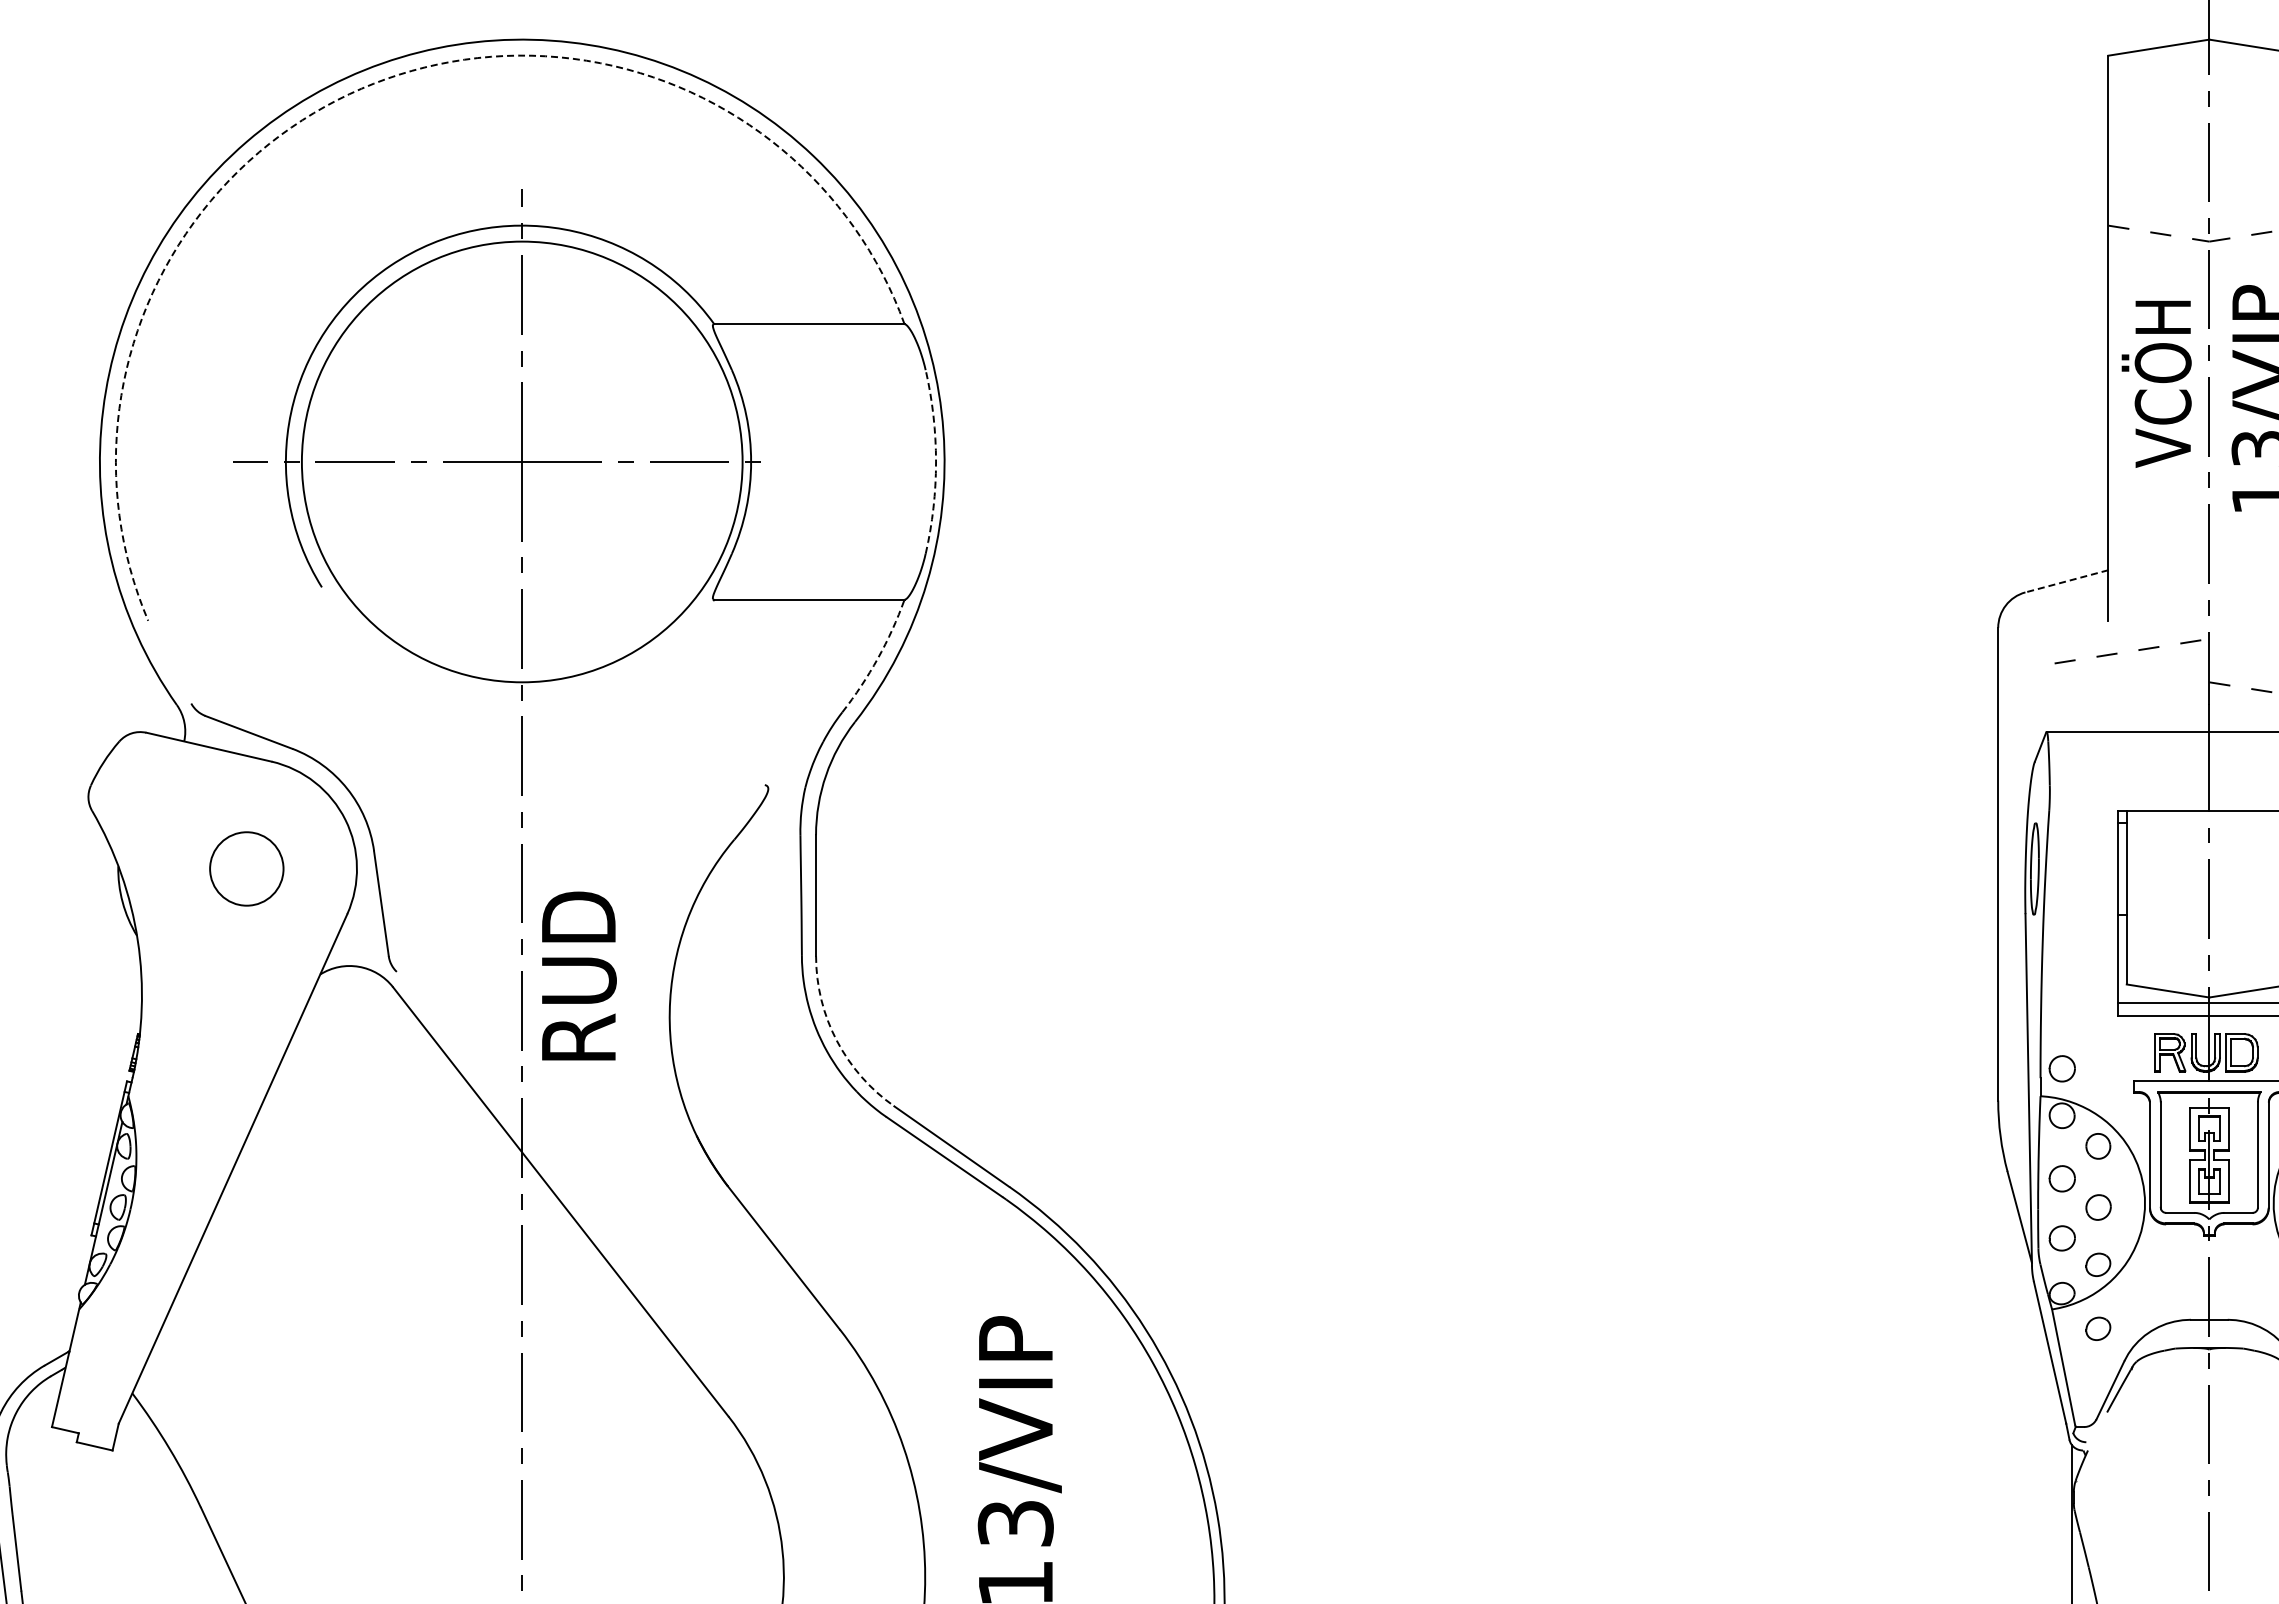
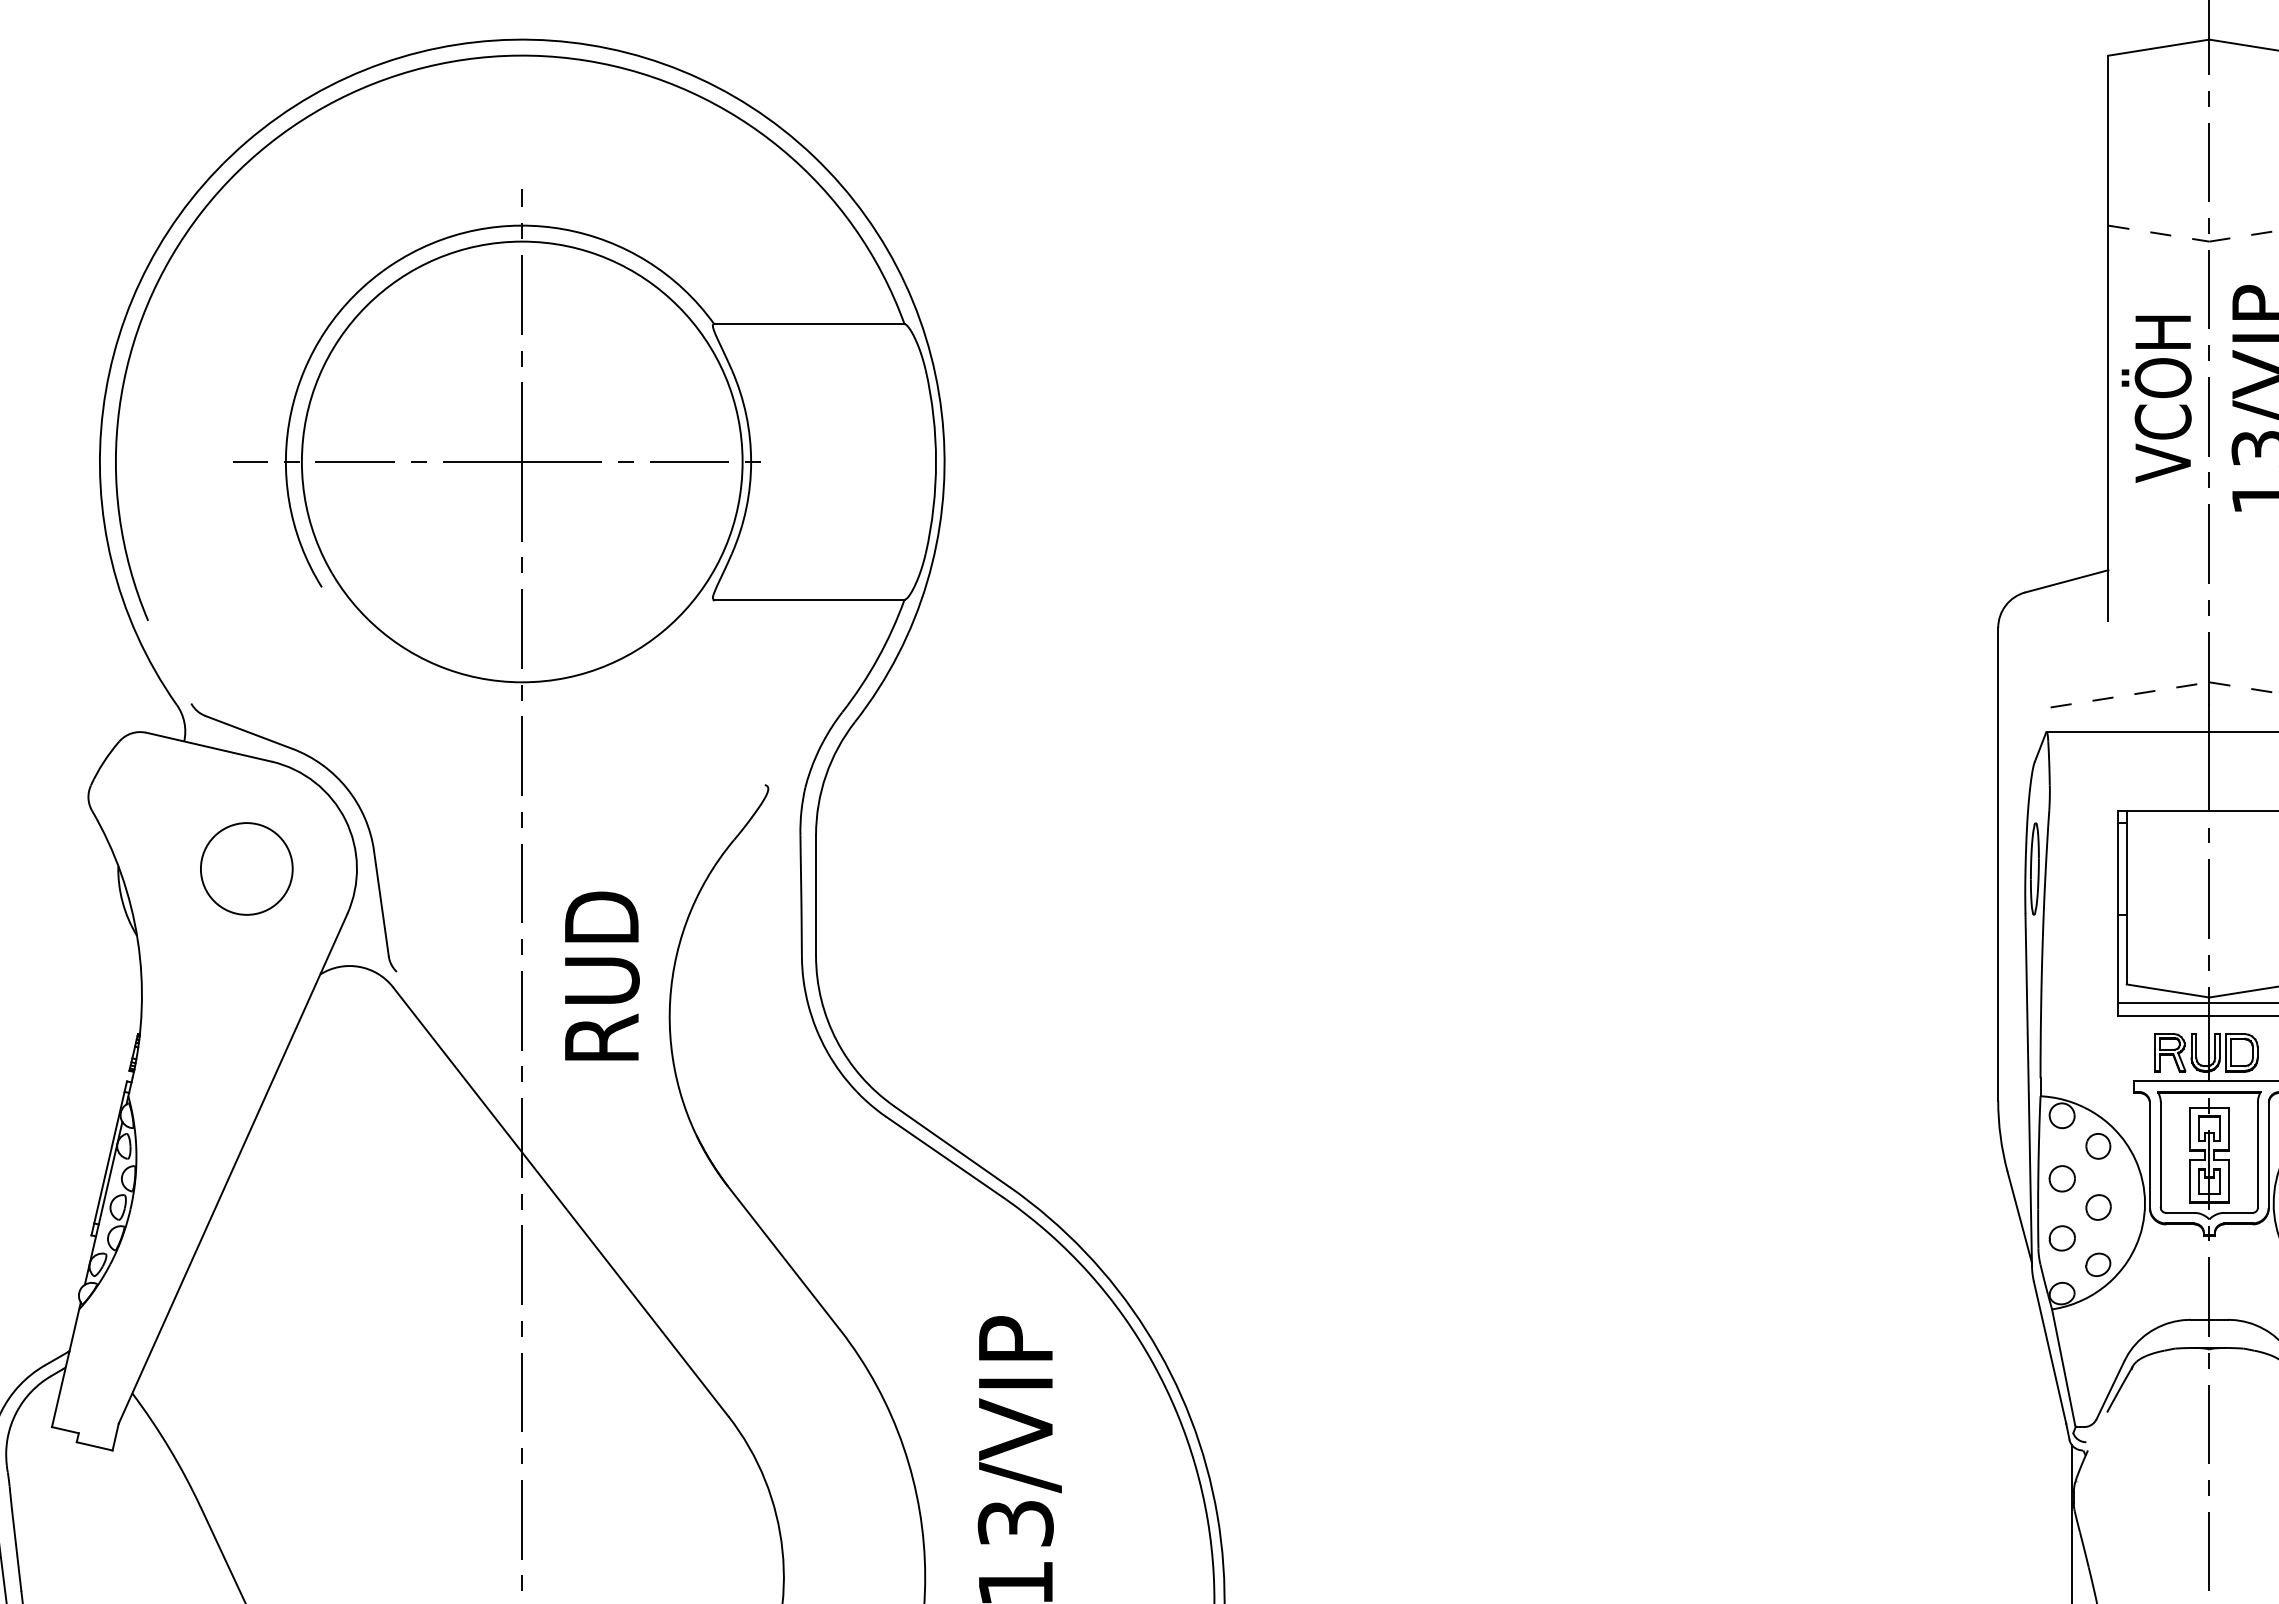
arc at (373, 83): dashed -> solid
text at (2156, 383) position: (2156, 383) -> (2156, 398)
arc at (936, 461): dashed -> solid
line at (2066, 581): dashed -> solid
line at (2117, 652) position: (2117, 652) -> (2113, 696)
arc at (877, 658): dashed -> solid
circle at (246, 868) diameter: 73 px -> 92 px
text at (579, 975) position: (579, 975) -> (602, 975)
arc at (836, 1040): dashed -> solid
part at (2061, 1068): present -> none
part at (2098, 1328): present -> none
